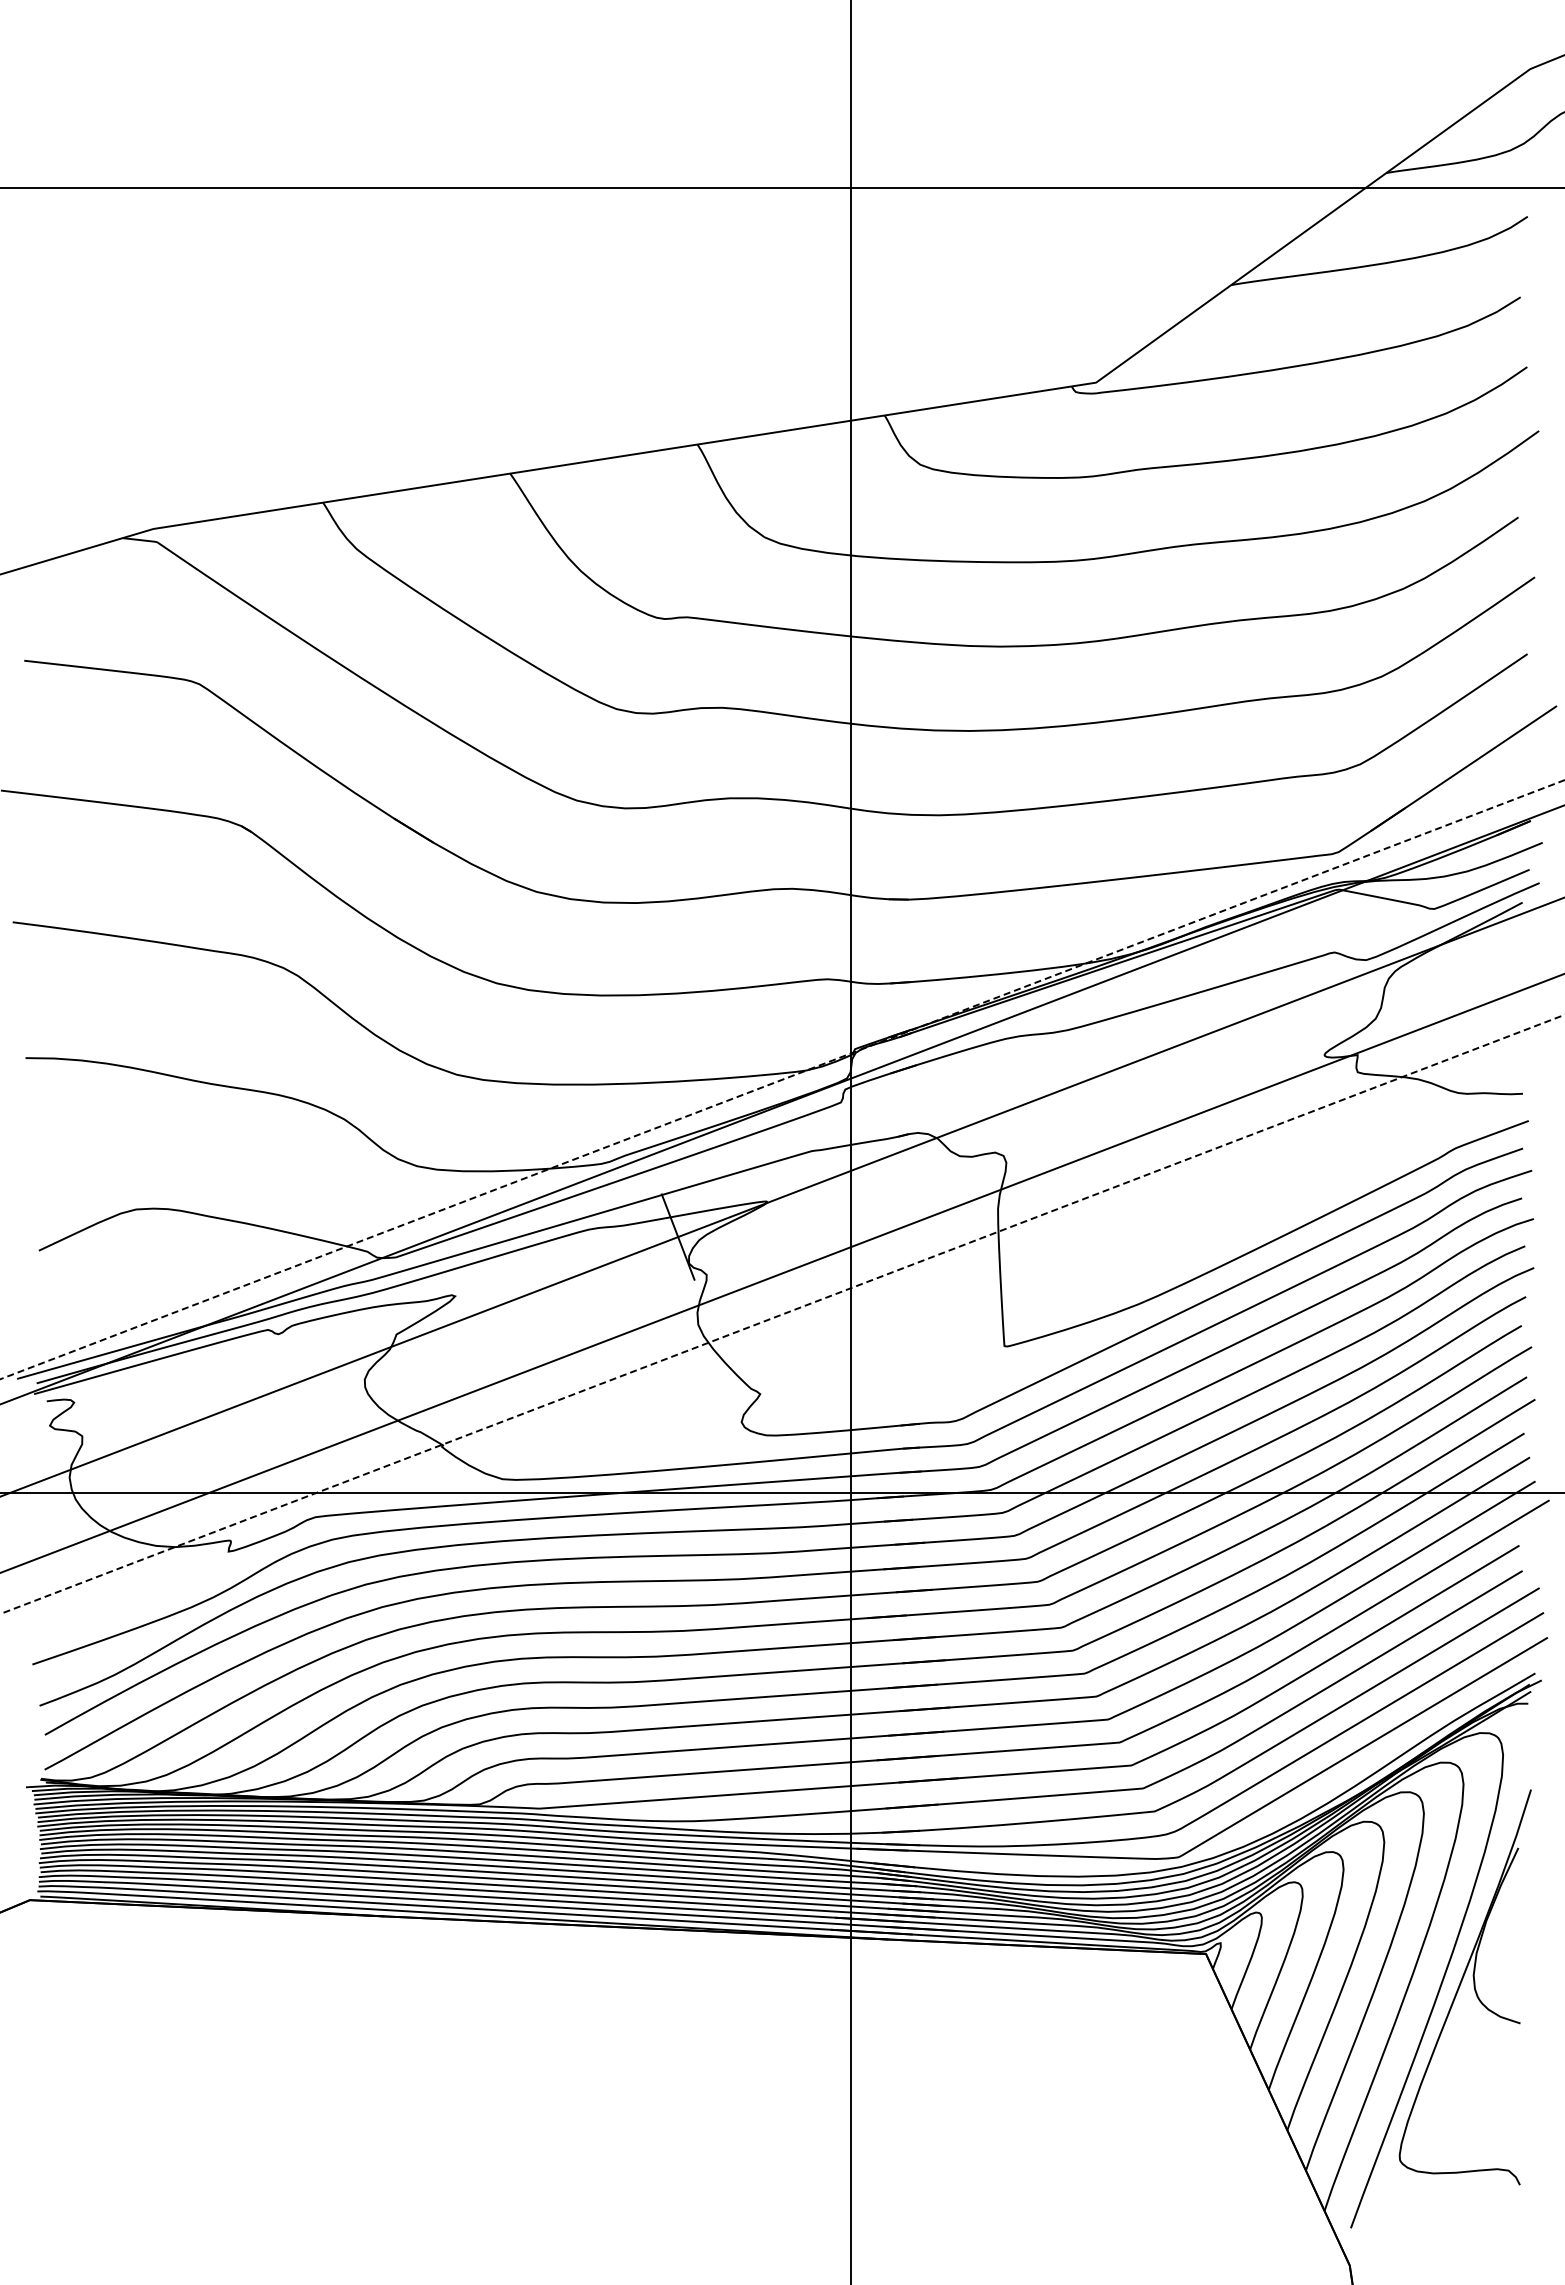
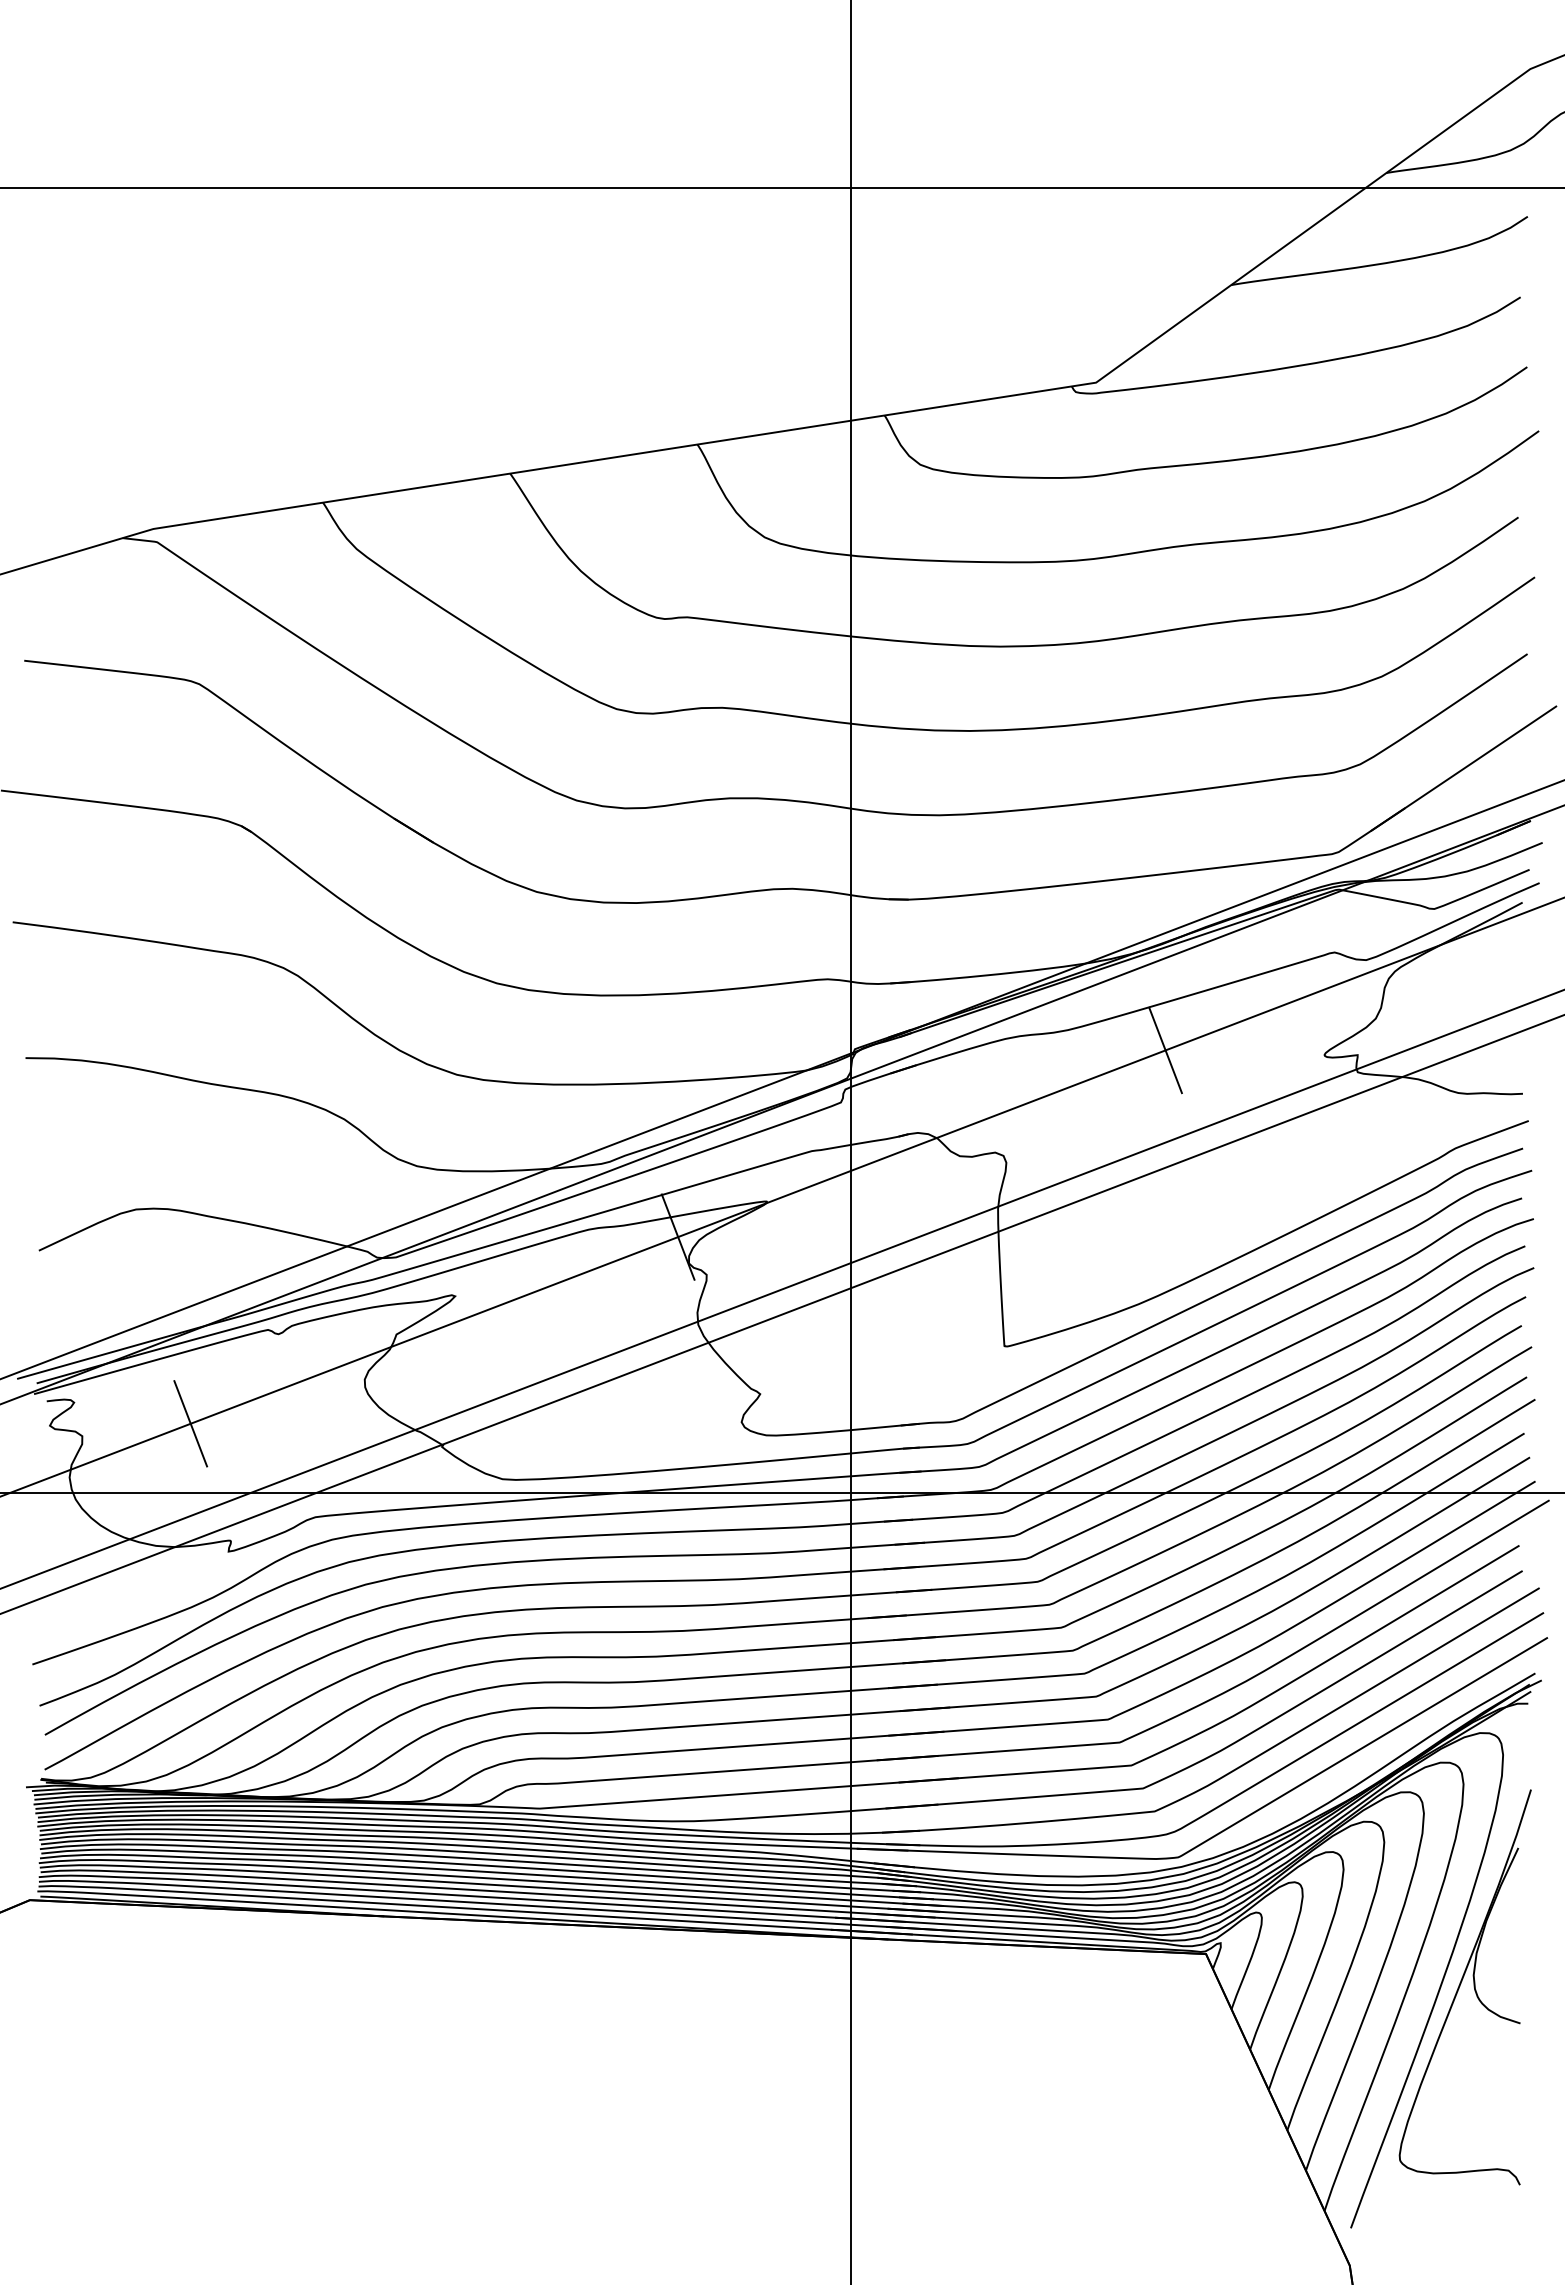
line at (1165, 1050): none -> present
line at (781, 1080): dashed -> solid
line at (781, 1272) position: (781, 1272) -> (781, 1289)
line at (781, 1314): dashed -> solid
line at (190, 1423): none -> present
